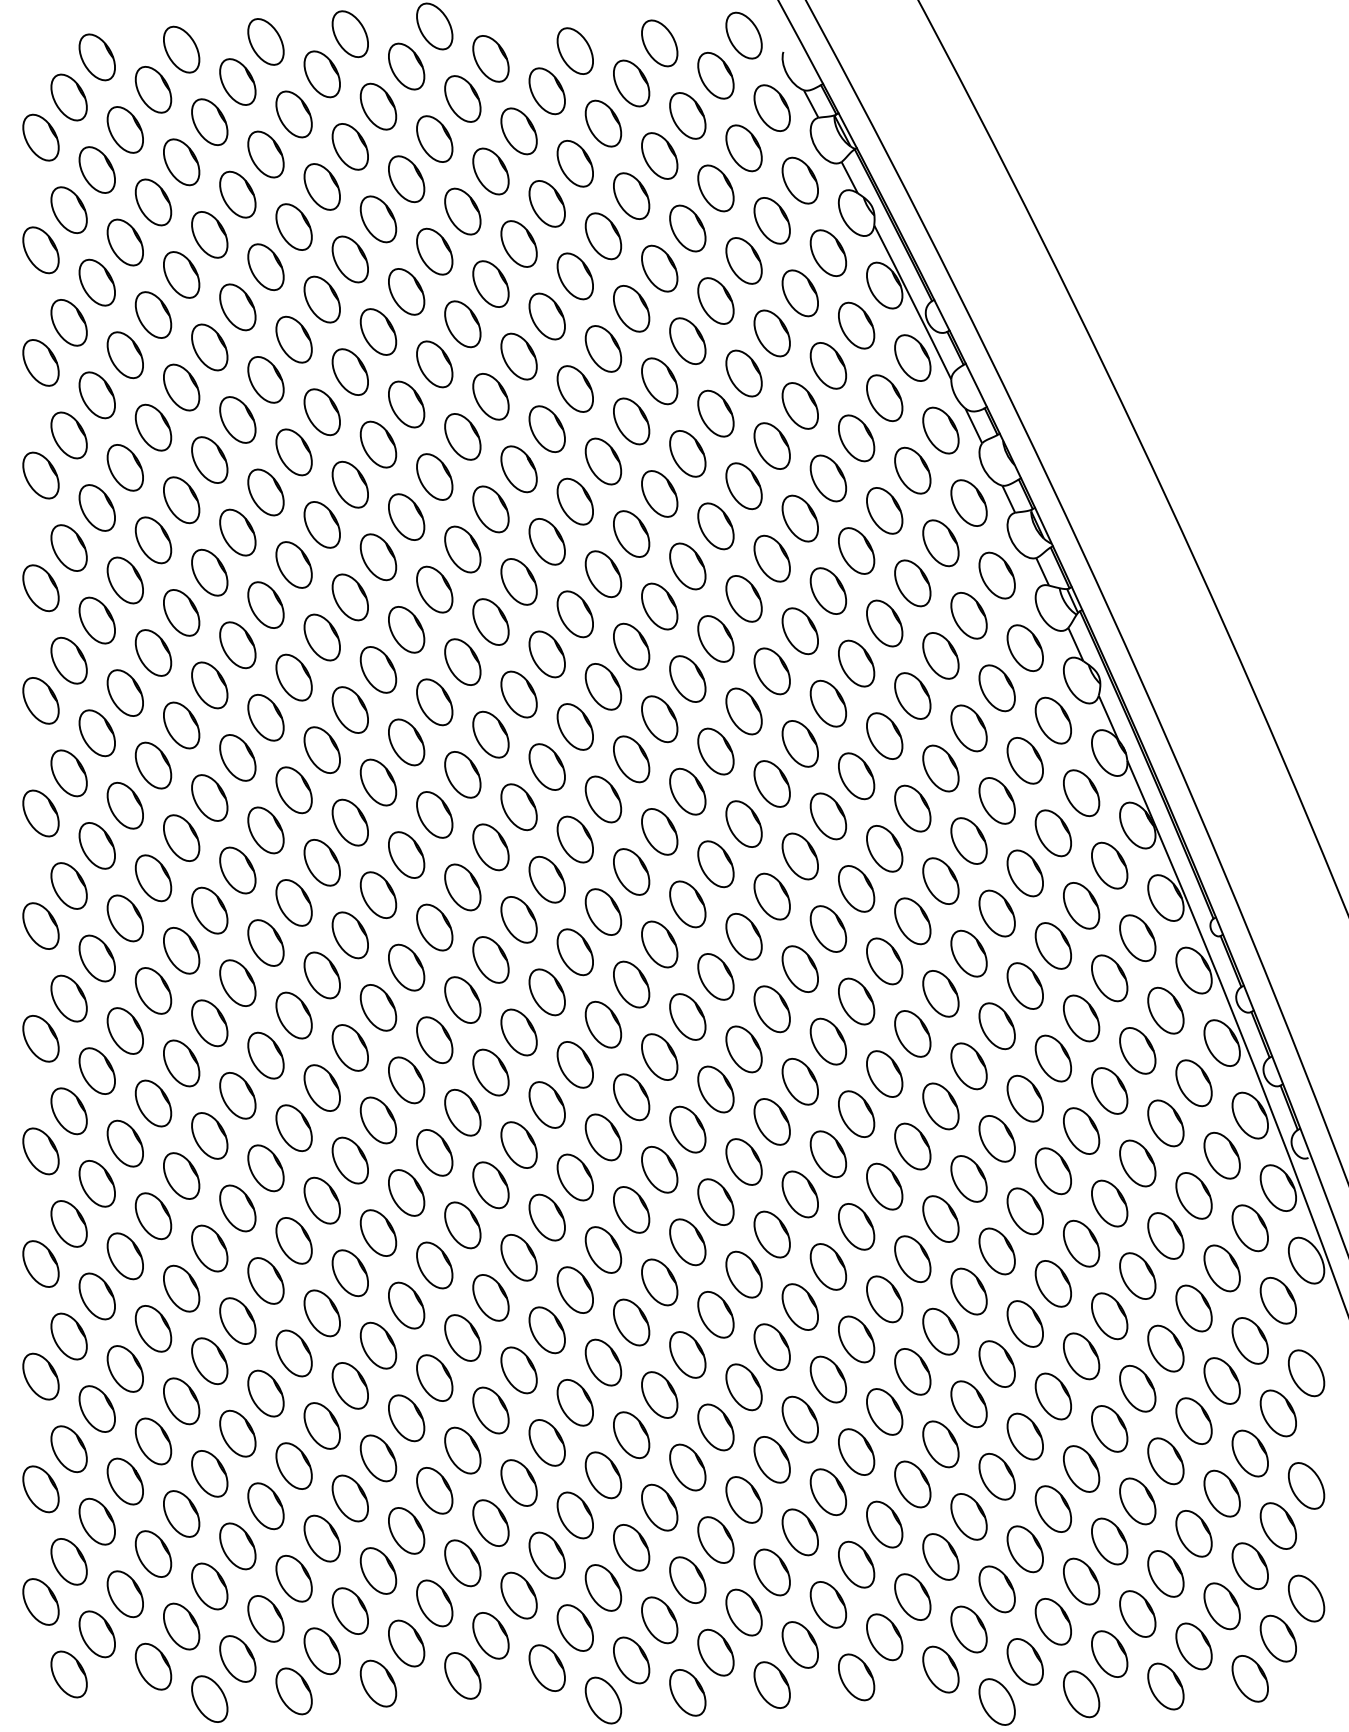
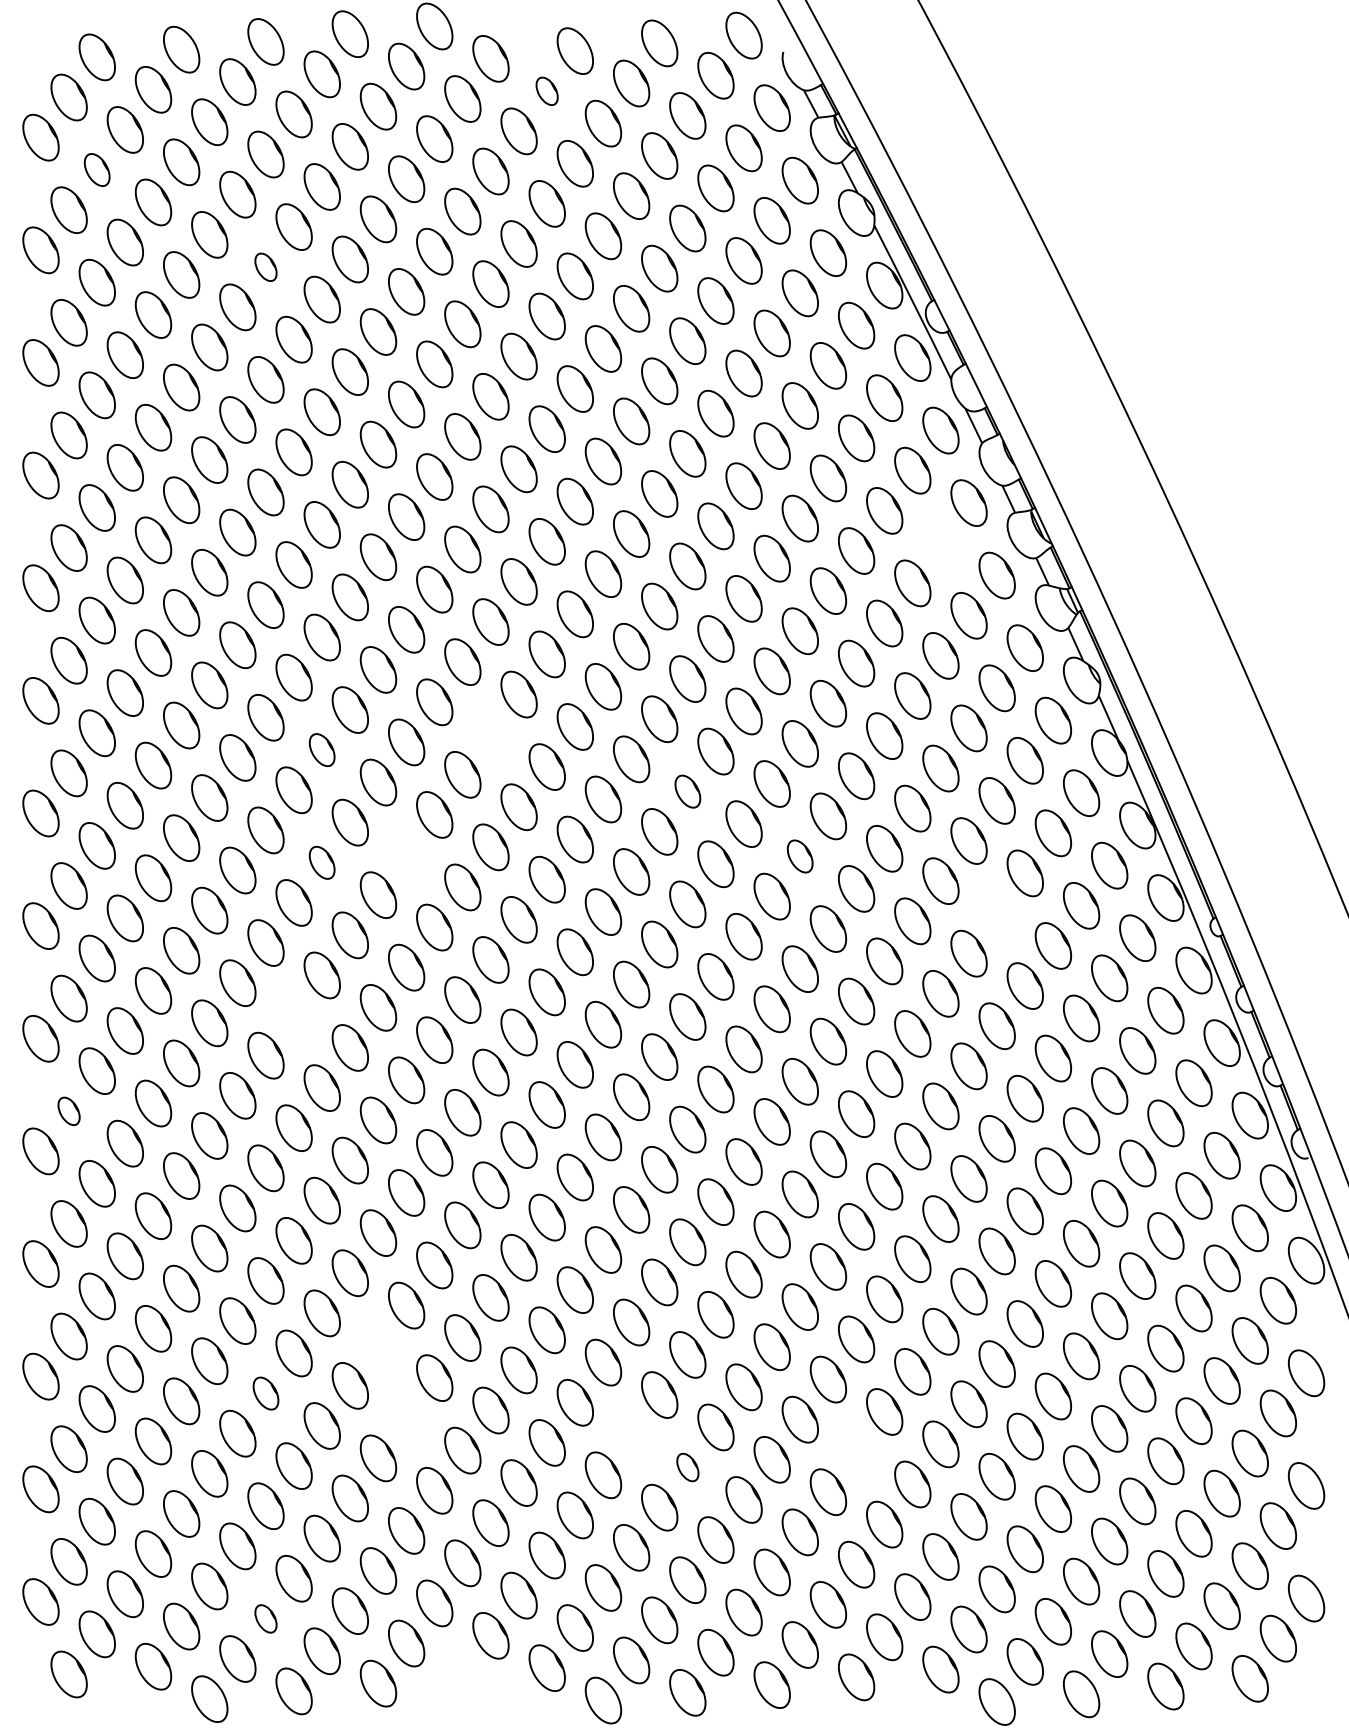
part at (546, 91) size: 38x49 px -> 24x30 px
part at (96, 169) size: 38x48 px -> 28x34 px
part at (265, 267) size: 38x49 px -> 24x30 px
part at (940, 543): present -> none
part at (490, 734): present -> none
part at (321, 749) size: 38x48 px -> 28x35 px
part at (687, 791) size: 38x49 px -> 28x35 px
part at (406, 854): present -> none
part at (799, 856) size: 38x49 px -> 27x35 px
part at (321, 862) size: 38x48 px -> 28x35 px
part at (996, 913): present -> none
part at (293, 1015): present -> none
part at (68, 1111) size: 38x49 px -> 24x30 px
part at (378, 1345): present -> none
part at (265, 1393) size: 38x49 px -> 28x35 px
part at (406, 1418): present -> none
part at (631, 1434): present -> none
part at (856, 1451): present -> none
part at (687, 1467) size: 38x49 px -> 24x31 px
part at (265, 1618) size: 38x48 px -> 24x30 px
part at (462, 1675): present -> none
